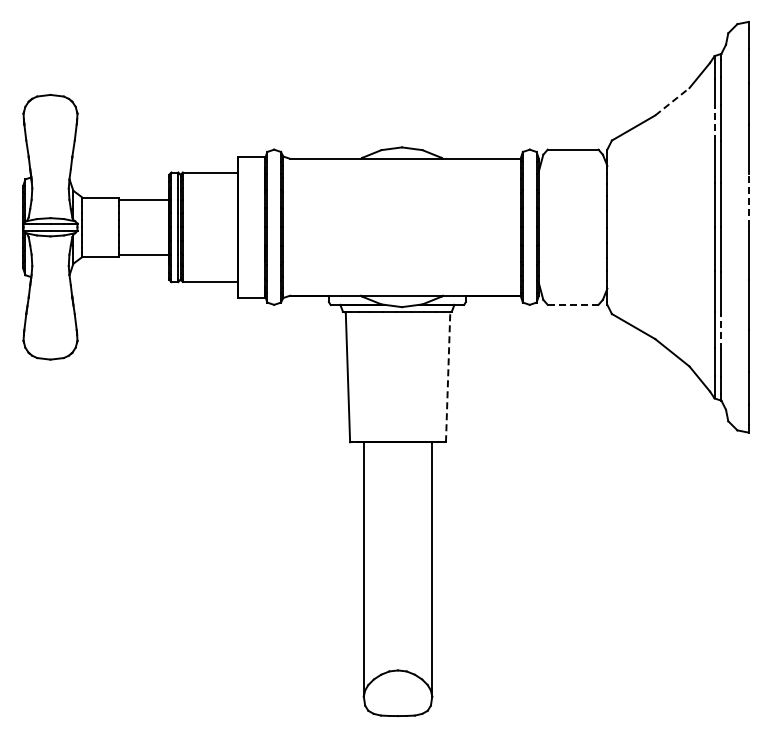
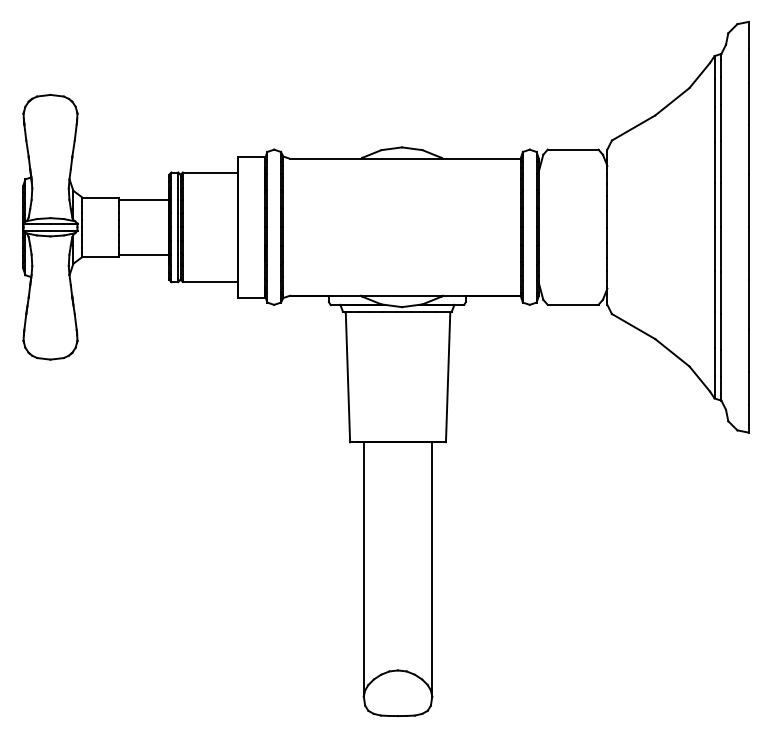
line at (672, 101): dashed -> solid
line at (714, 124): dashed -> solid
line at (748, 200): dashed -> solid
line at (573, 304): dashed -> solid
line at (721, 331): dashed -> solid
line at (448, 376): dashed -> solid
